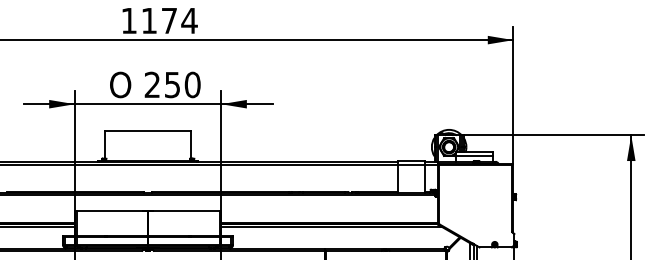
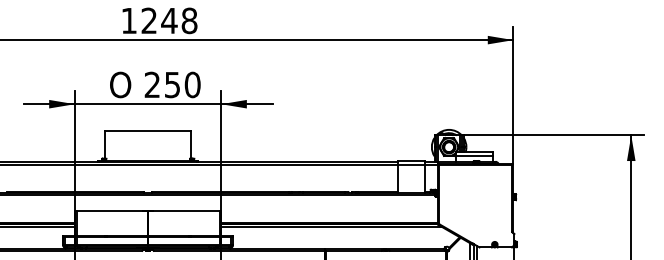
text at (169, 20): 1174 -> 1248
